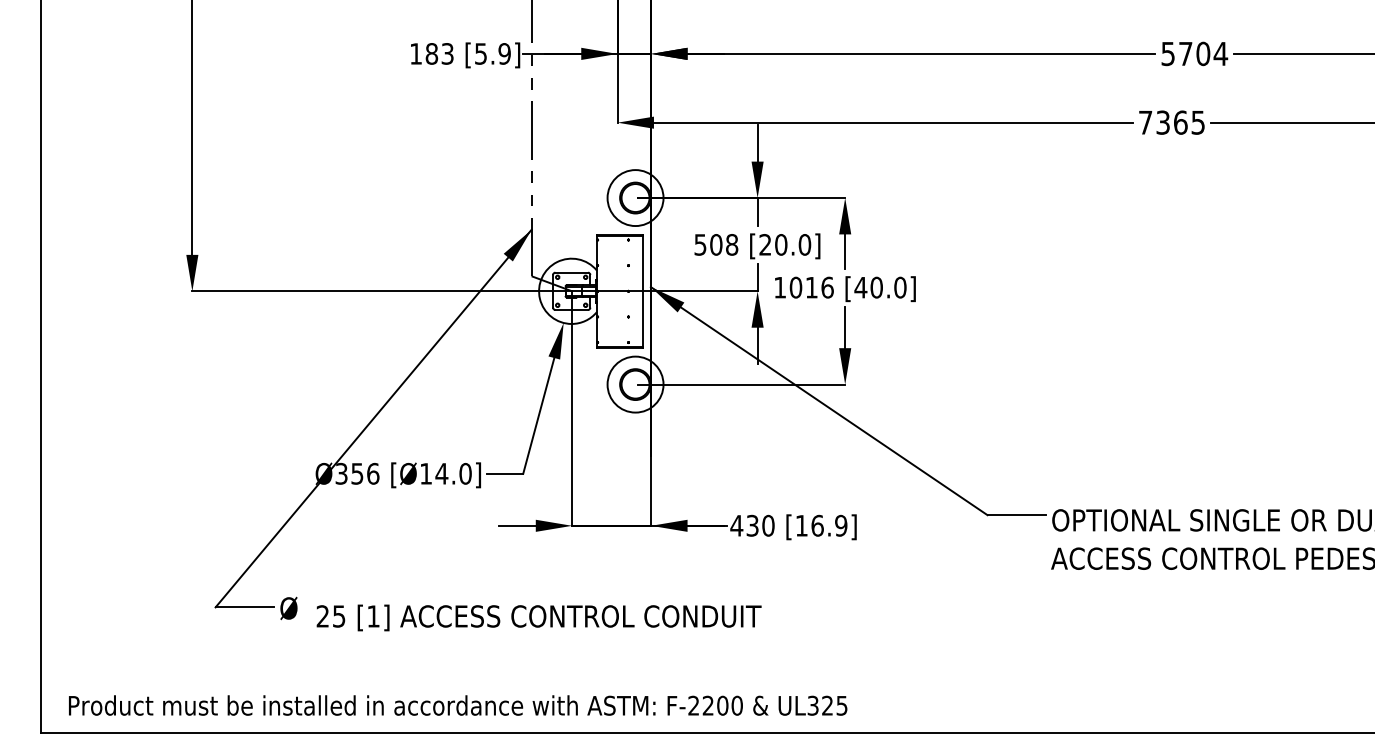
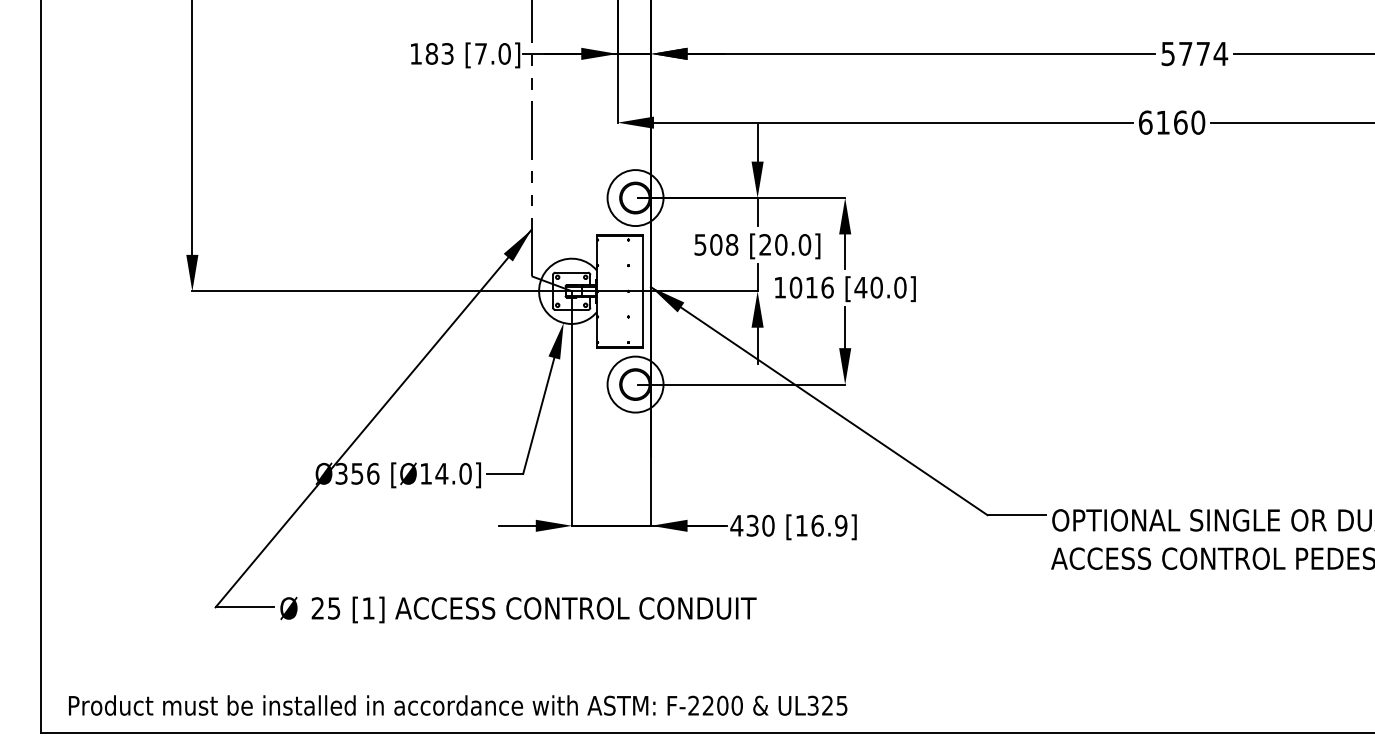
text at (492, 53): [5.9] -> [7.0]
text at (1203, 53): 5704 -> 5774
text at (1171, 122): 7365 -> 6160
text at (538, 617) position: (538, 617) -> (533, 609)
